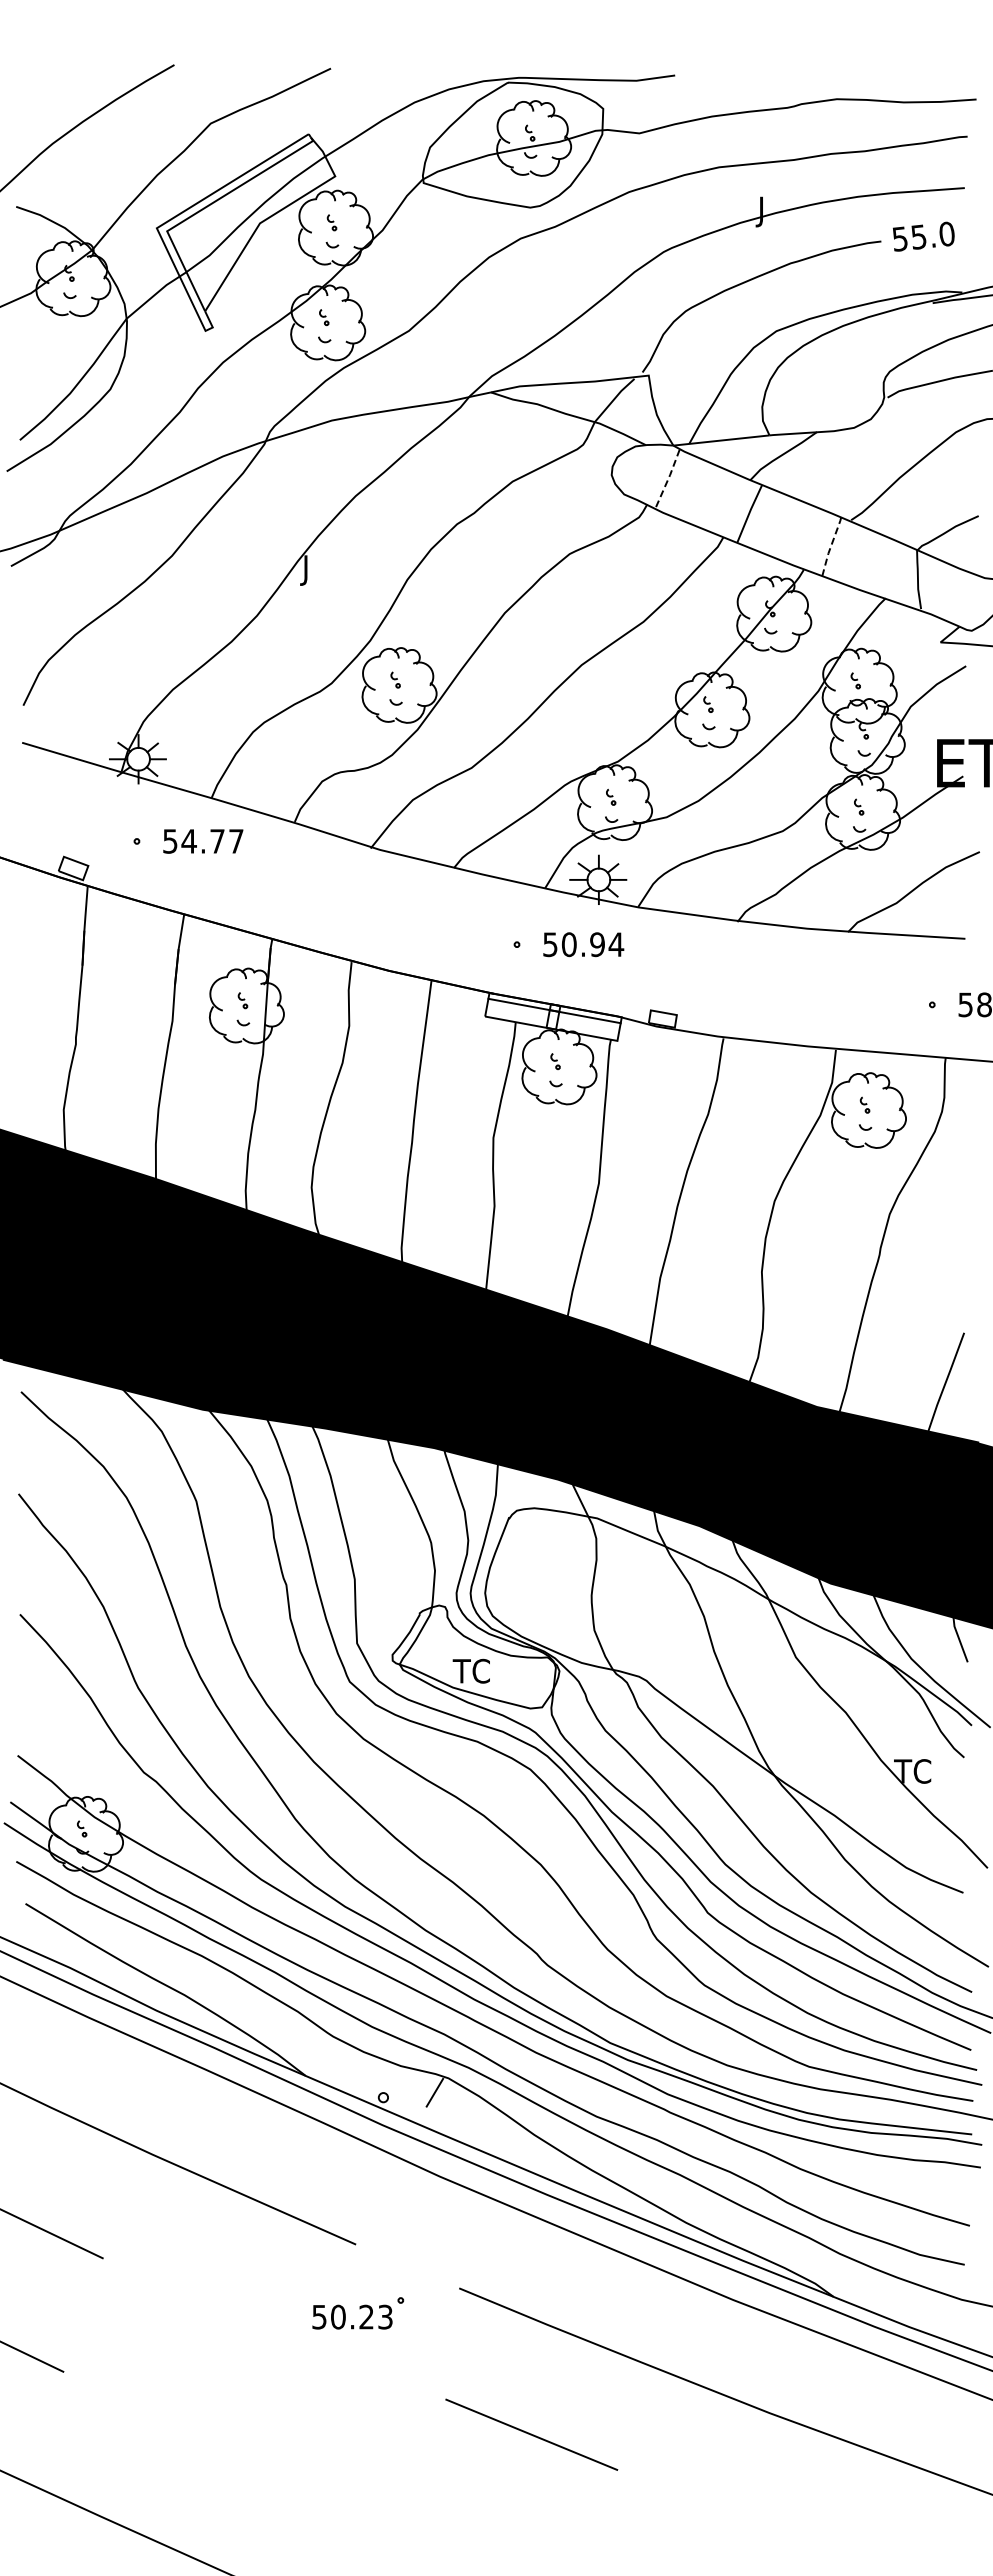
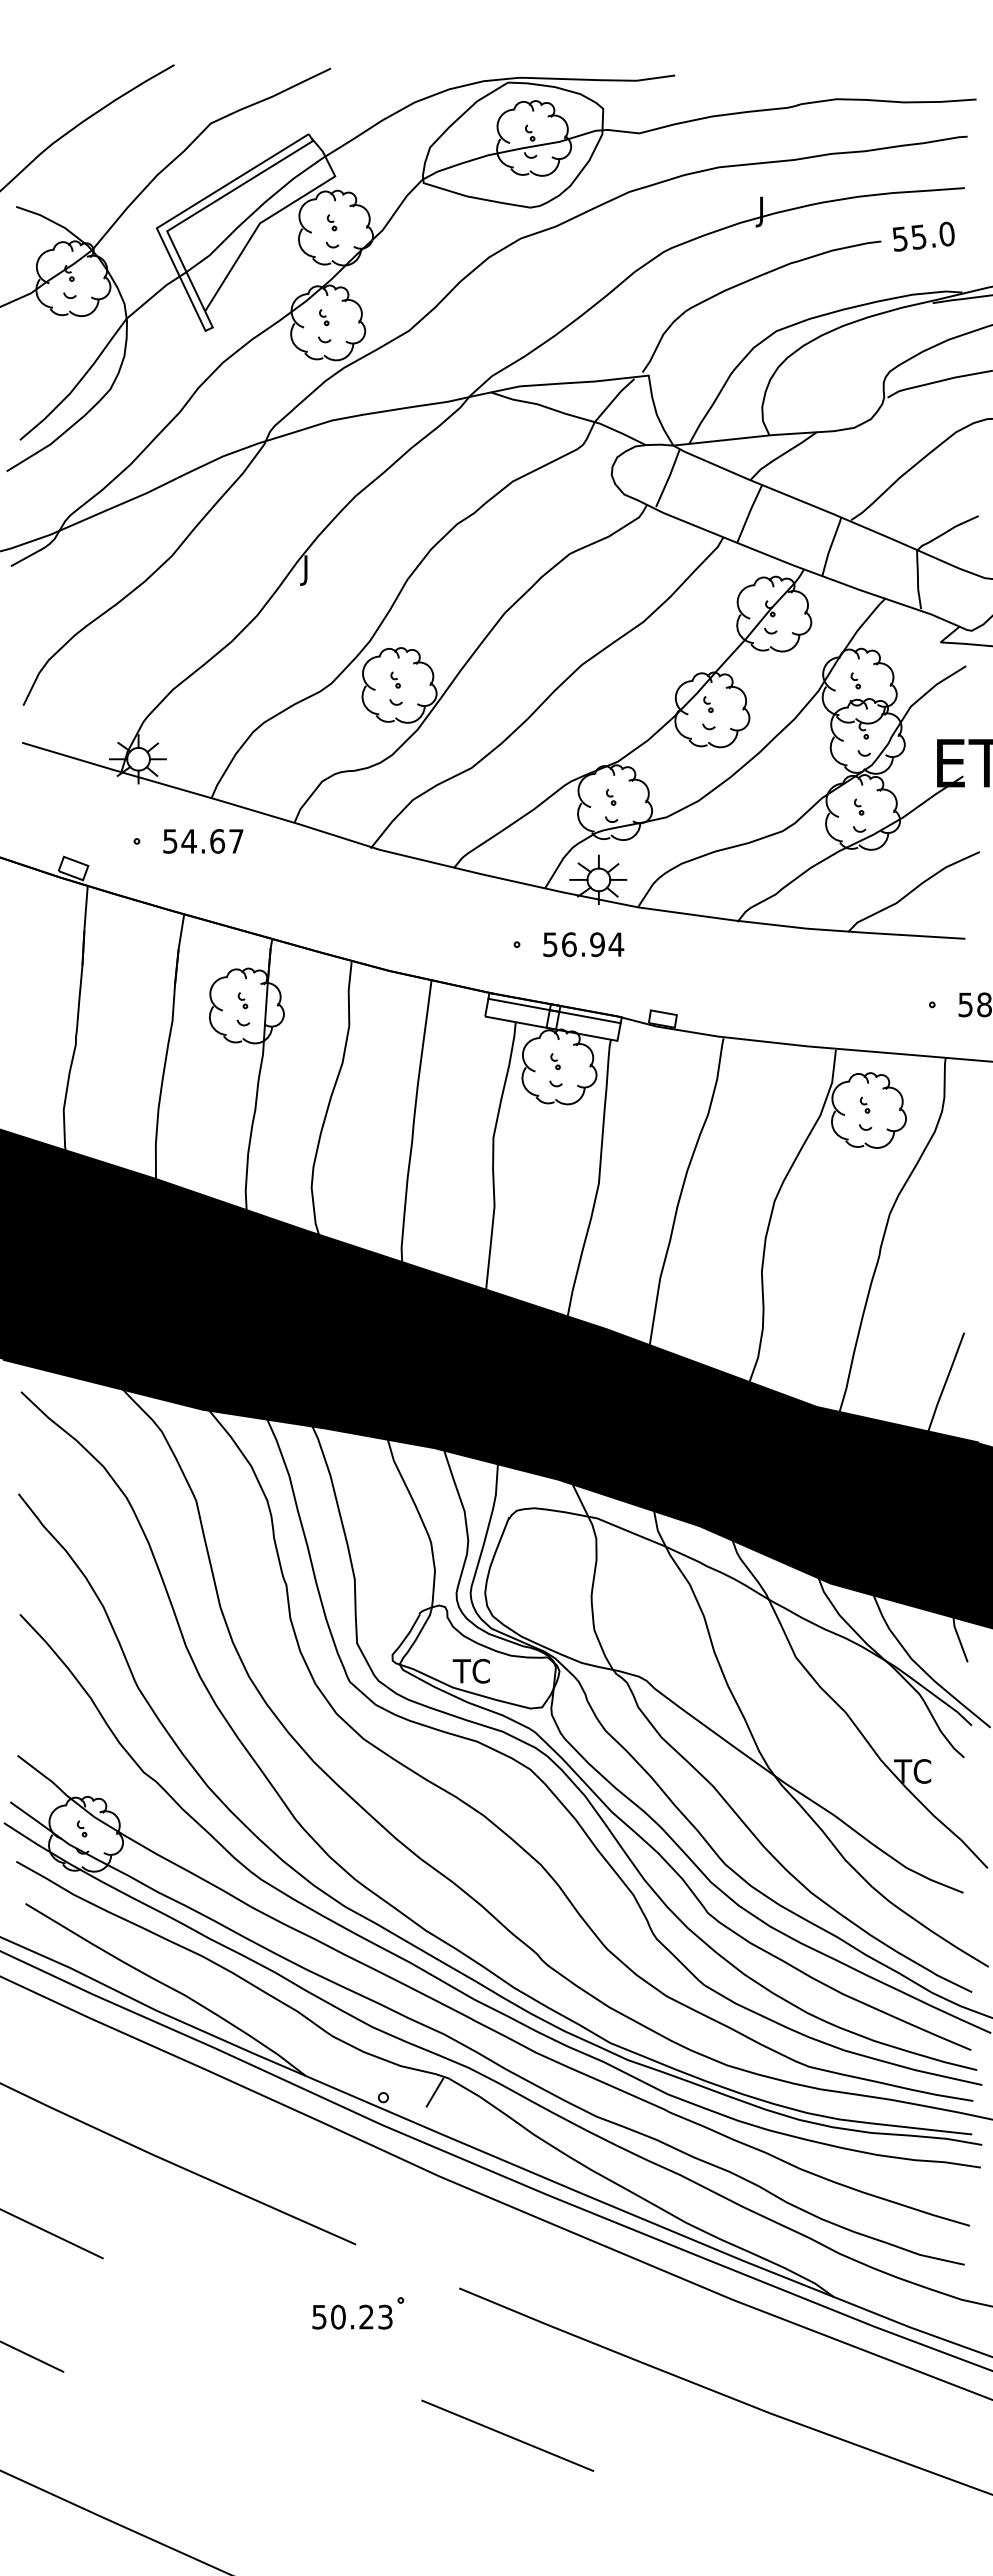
line at (668, 477): dashed -> solid
line at (831, 546): dashed -> solid
text at (217, 841): 54.77 -> 54.67
text at (568, 944): 50.94 -> 56.94
line at (531, 2434) position: (531, 2434) -> (507, 2435)
